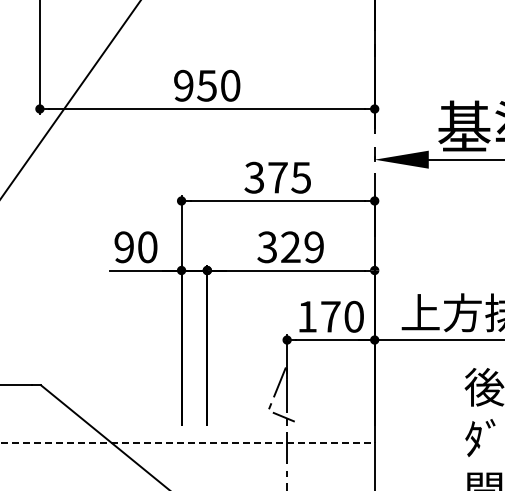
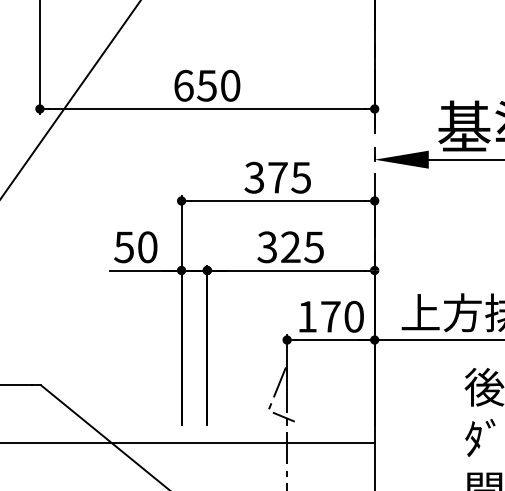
text at (183, 85): 950 -> 650
text at (123, 247): 90 -> 50
text at (313, 247): 329 -> 325
line at (187, 443): dashed -> solid
